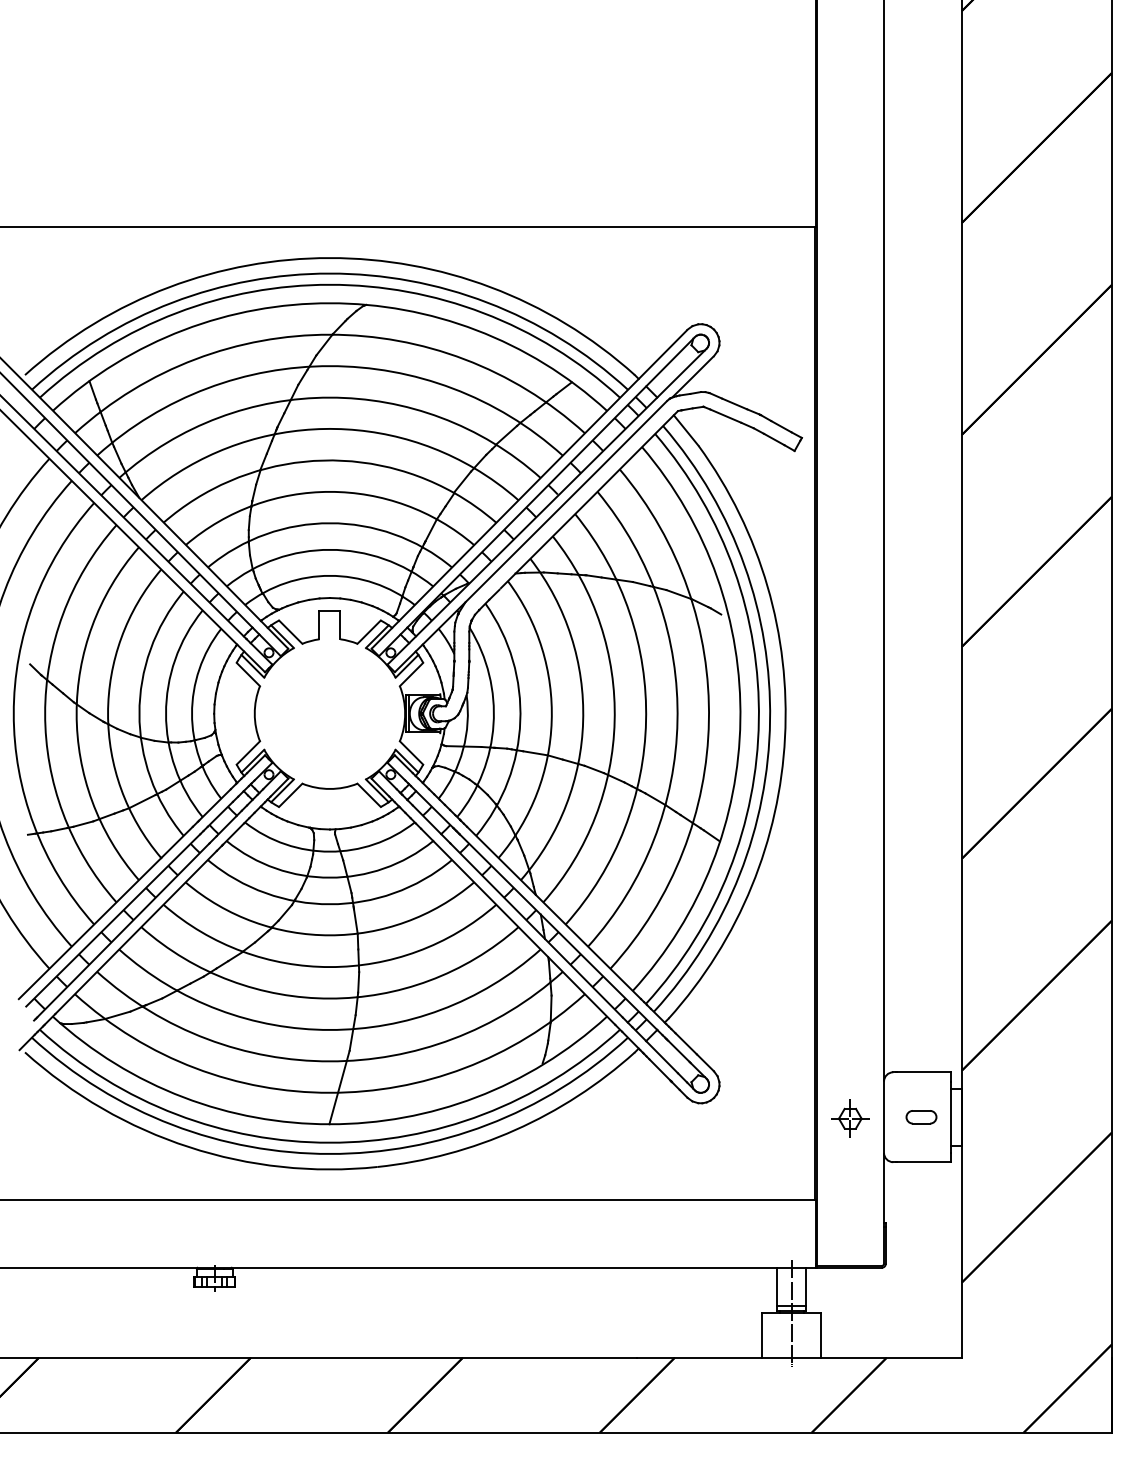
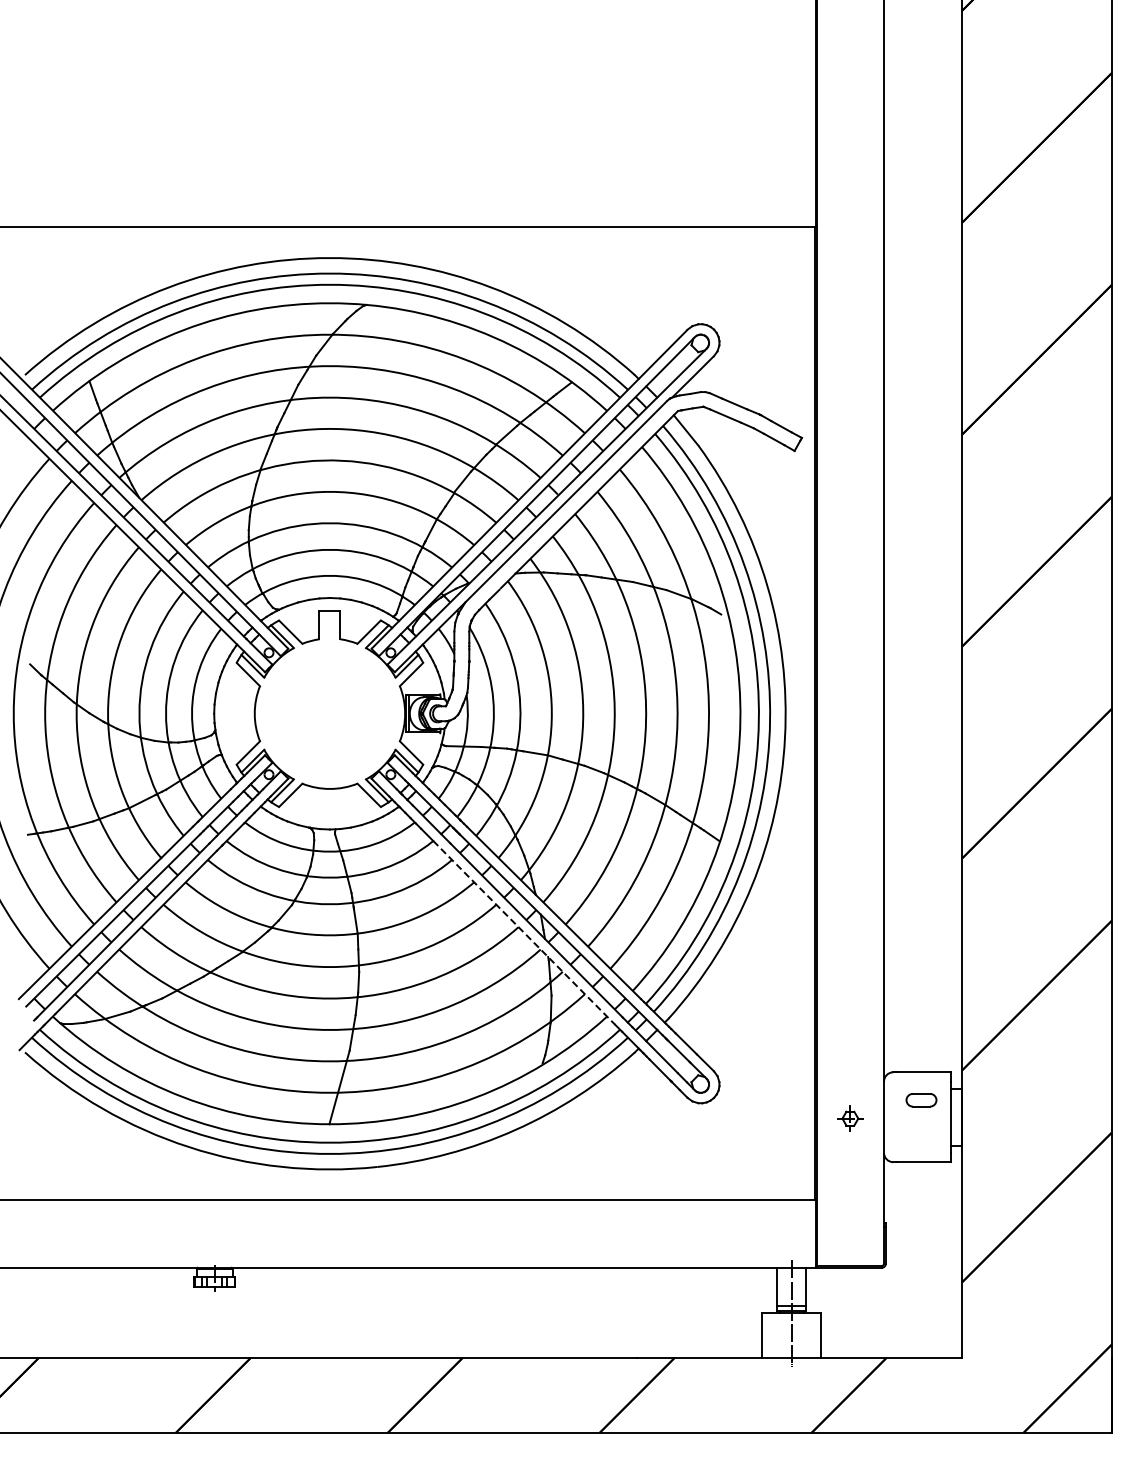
line at (524, 933): solid -> dashed
part at (921, 1117) position: (921, 1117) -> (921, 1100)
part at (850, 1118) size: 39x39 px -> 27x27 px
